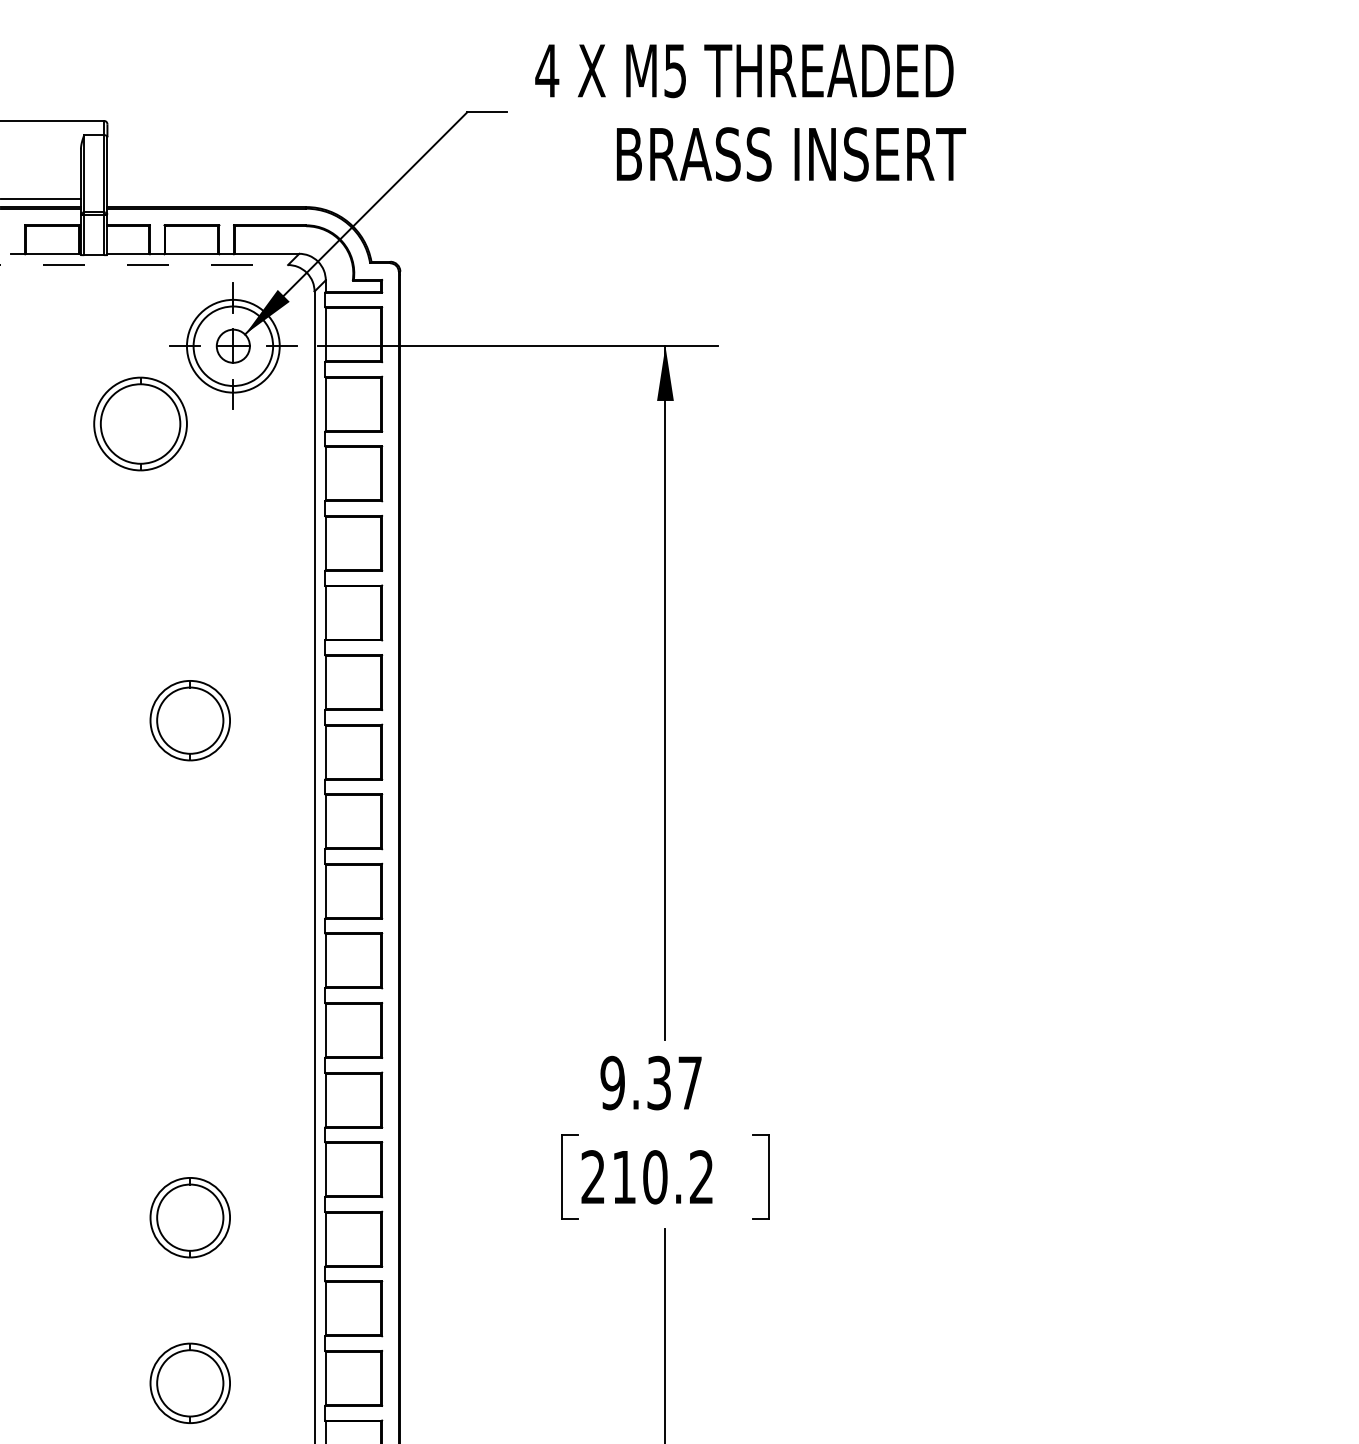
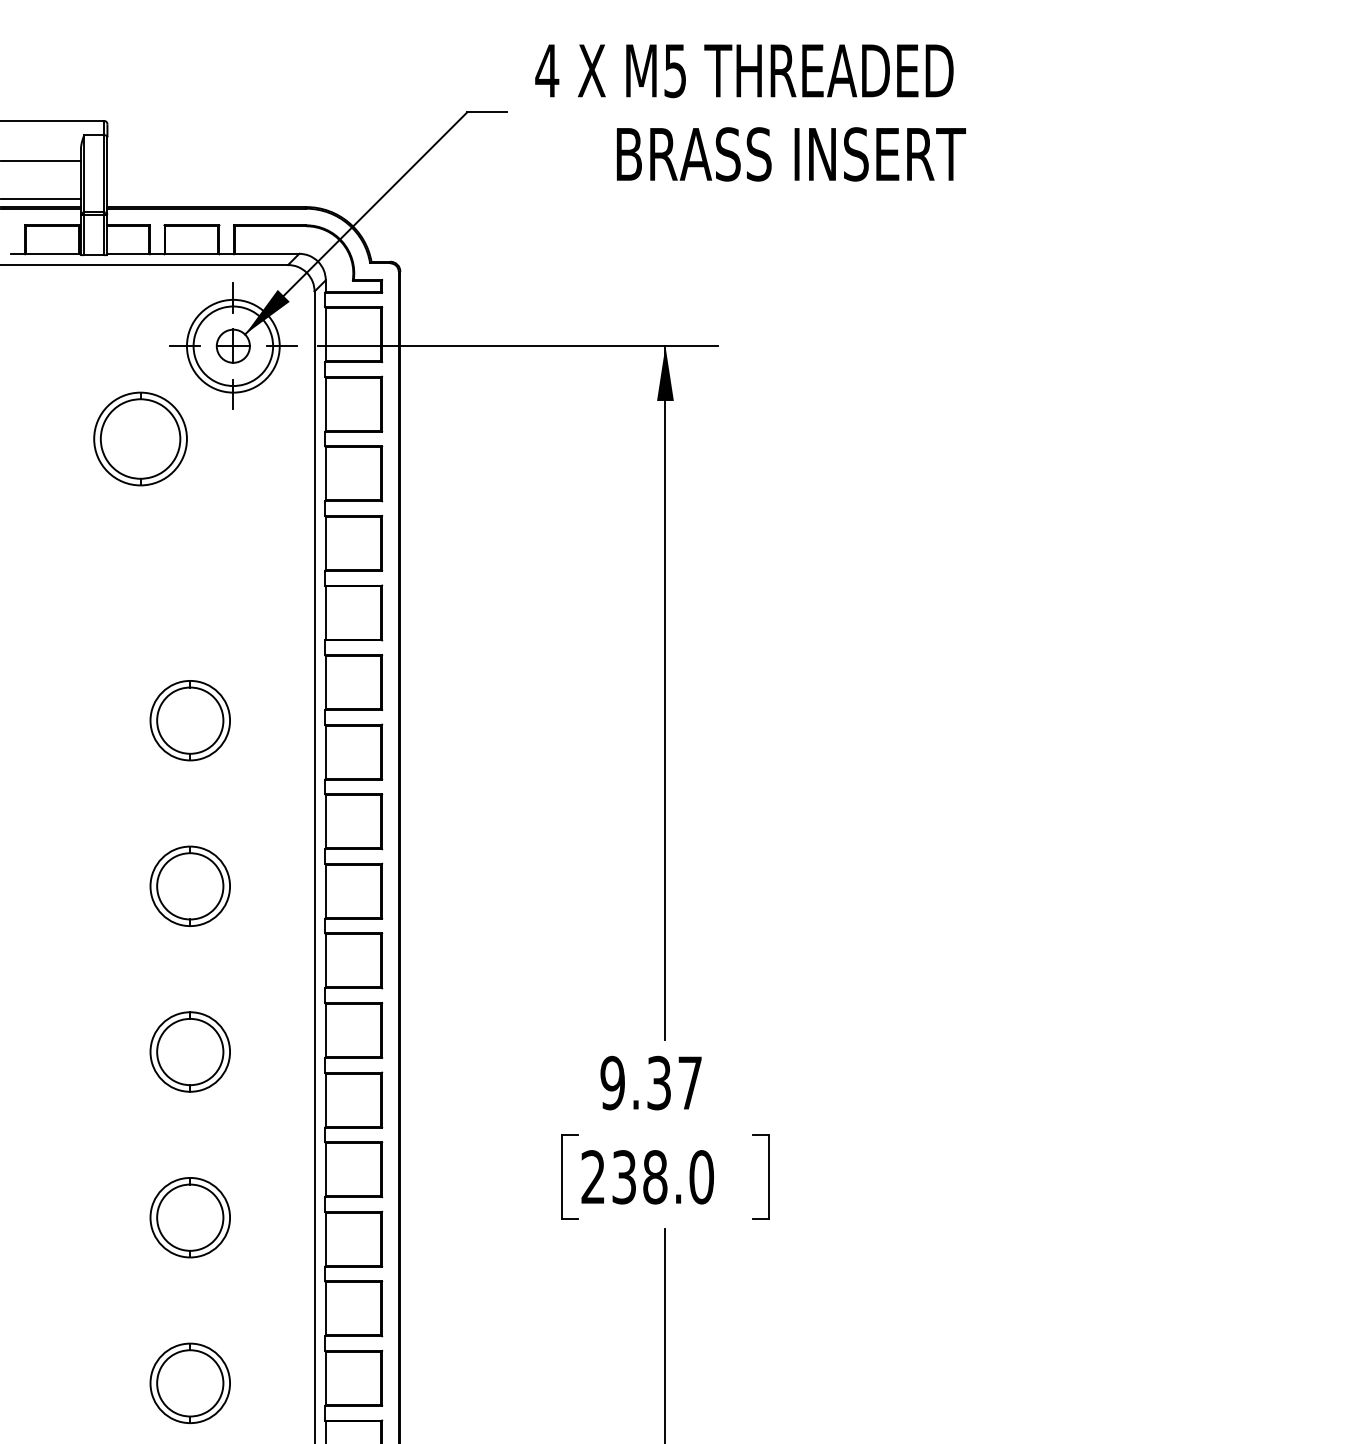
line at (41, 160): none -> present
line at (144, 265): dashed -> solid
part at (140, 423) position: (140, 423) -> (140, 438)
part at (189, 885): none -> present
part at (189, 1051): none -> present
text at (662, 1177): 210.2 -> 238.0
